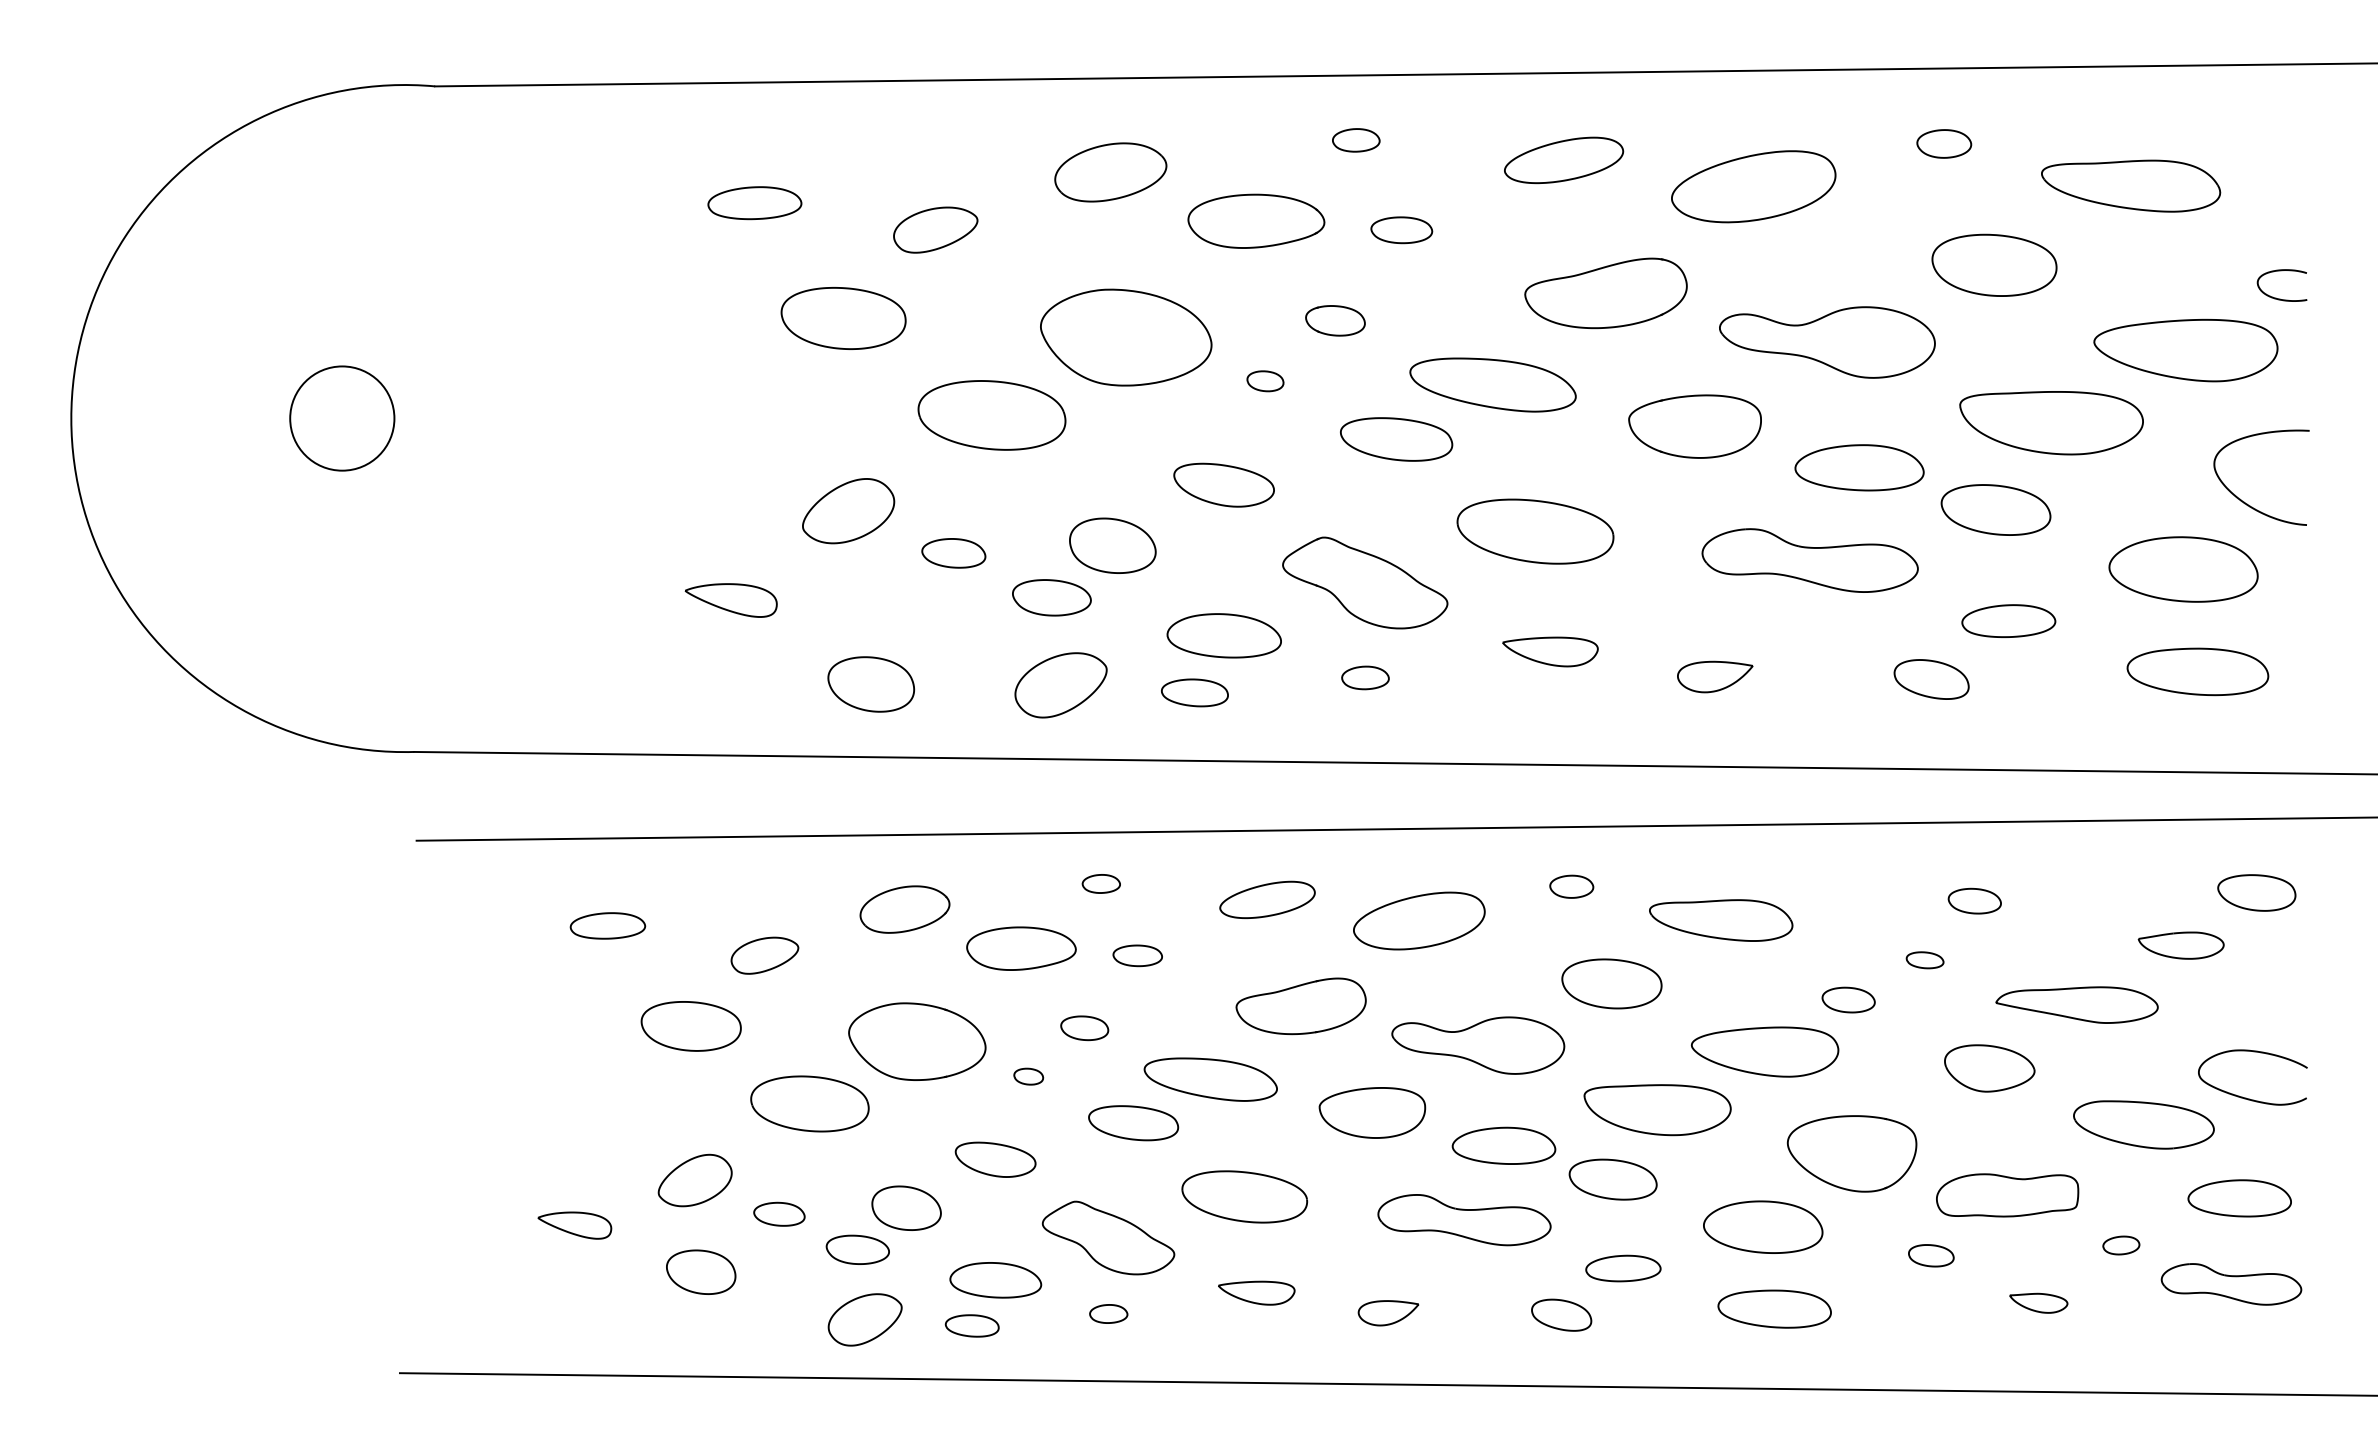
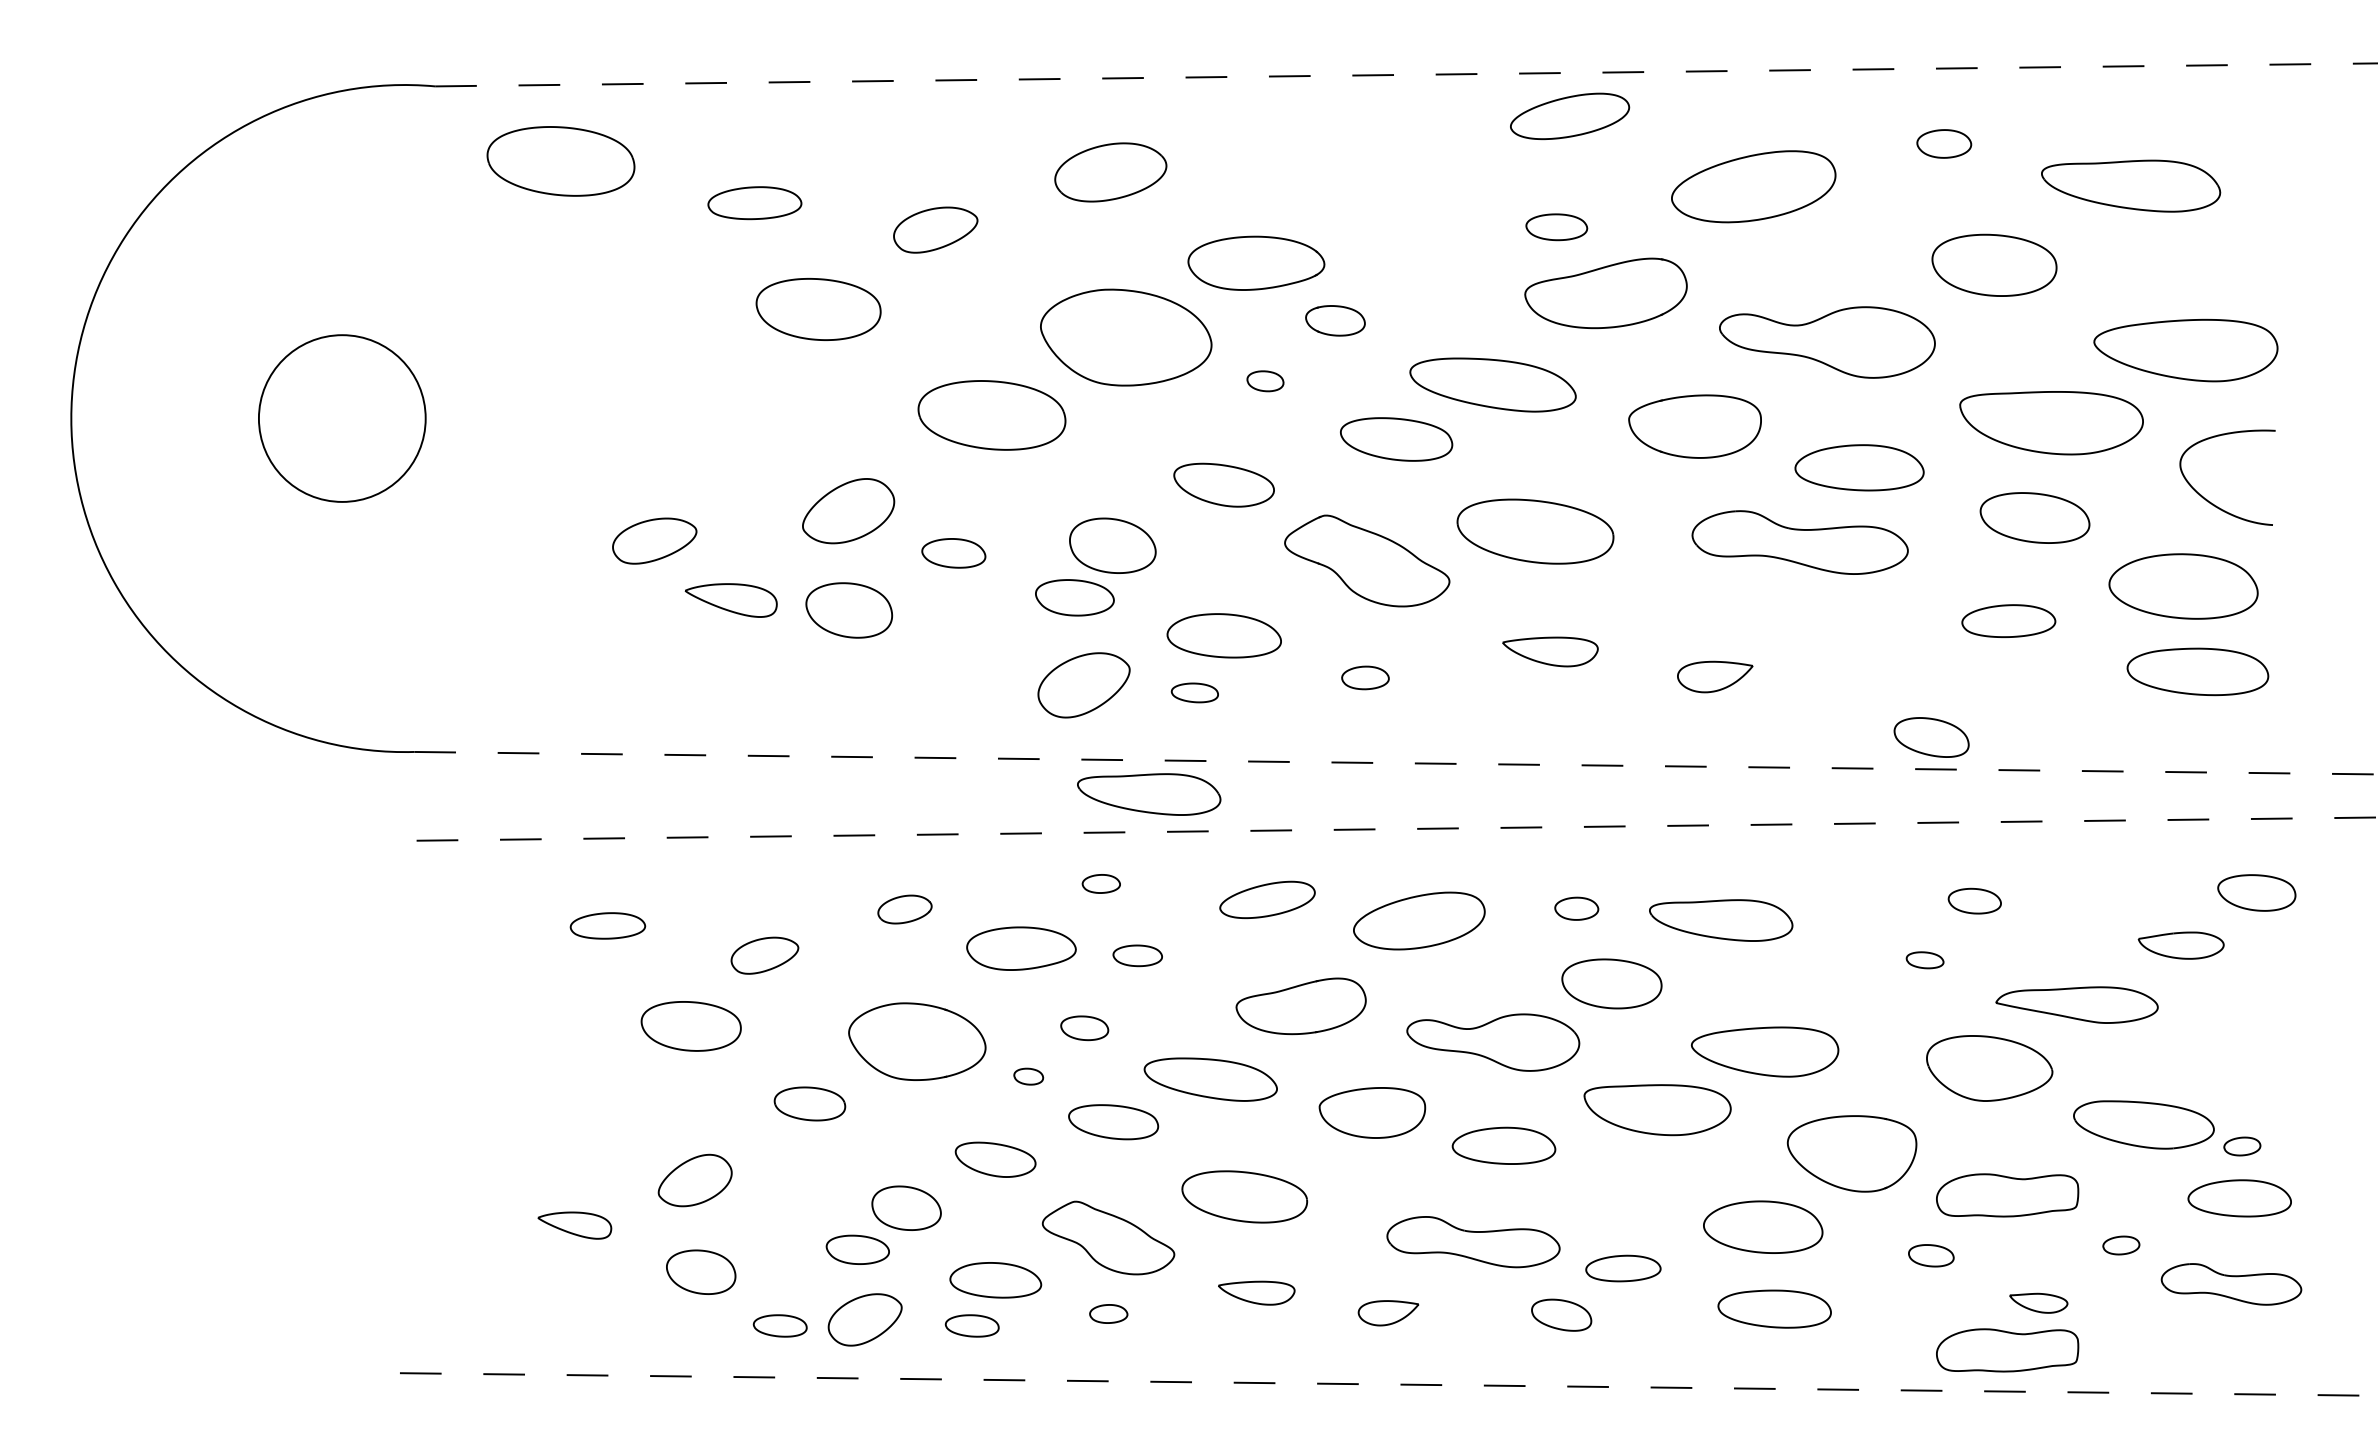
line at (1406, 74): solid -> dashed
part at (1356, 140): present -> none
part at (1564, 160) position: (1564, 160) -> (1570, 116)
part at (560, 161): none -> present
part at (1256, 220) position: (1256, 220) -> (1256, 262)
part at (1401, 230) position: (1401, 230) -> (1556, 227)
curve at (2276, 297): present -> none
part at (843, 318) position: (843, 318) -> (818, 309)
circle at (342, 418) diameter: 104 px -> 167 px
curve at (2244, 501) position: (2244, 501) -> (2210, 501)
part at (1995, 509) position: (1995, 509) -> (2034, 517)
part at (654, 540): none -> present
part at (1809, 560) position: (1809, 560) -> (1799, 542)
part at (2183, 569) position: (2183, 569) -> (2183, 586)
part at (1365, 582) position: (1365, 582) -> (1367, 560)
part at (1051, 597) position: (1051, 597) -> (1074, 597)
part at (1931, 679) position: (1931, 679) -> (1931, 737)
part at (871, 684) position: (871, 684) -> (849, 610)
part at (1060, 685) position: (1060, 685) -> (1083, 685)
part at (1194, 692) size: 68x30 px -> 49x22 px
line at (1396, 763): solid -> dashed
part at (1149, 794): none -> present
line at (1397, 829): solid -> dashed
part at (1571, 886) position: (1571, 886) -> (1576, 908)
part at (904, 909) size: 92x49 px -> 56x31 px
part at (1848, 999): present -> none
part at (1478, 1045) position: (1478, 1045) -> (1493, 1042)
part at (1989, 1068) size: 92x49 px -> 128x67 px
curve at (2246, 1097): present -> none
part at (809, 1103) size: 120x58 px -> 74x36 px
part at (1133, 1123) position: (1133, 1123) -> (1113, 1122)
part at (2242, 1146): none -> present
part at (1612, 1179): present -> none
part at (779, 1213): present -> none
part at (1464, 1220) position: (1464, 1220) -> (1473, 1242)
part at (779, 1325): none -> present
part at (2007, 1350): none -> present
line at (1388, 1384): solid -> dashed
